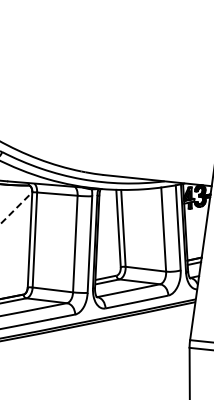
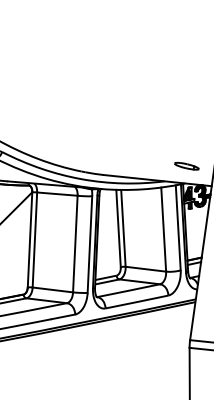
part at (186, 165): none -> present
line at (16, 207): dashed -> solid
